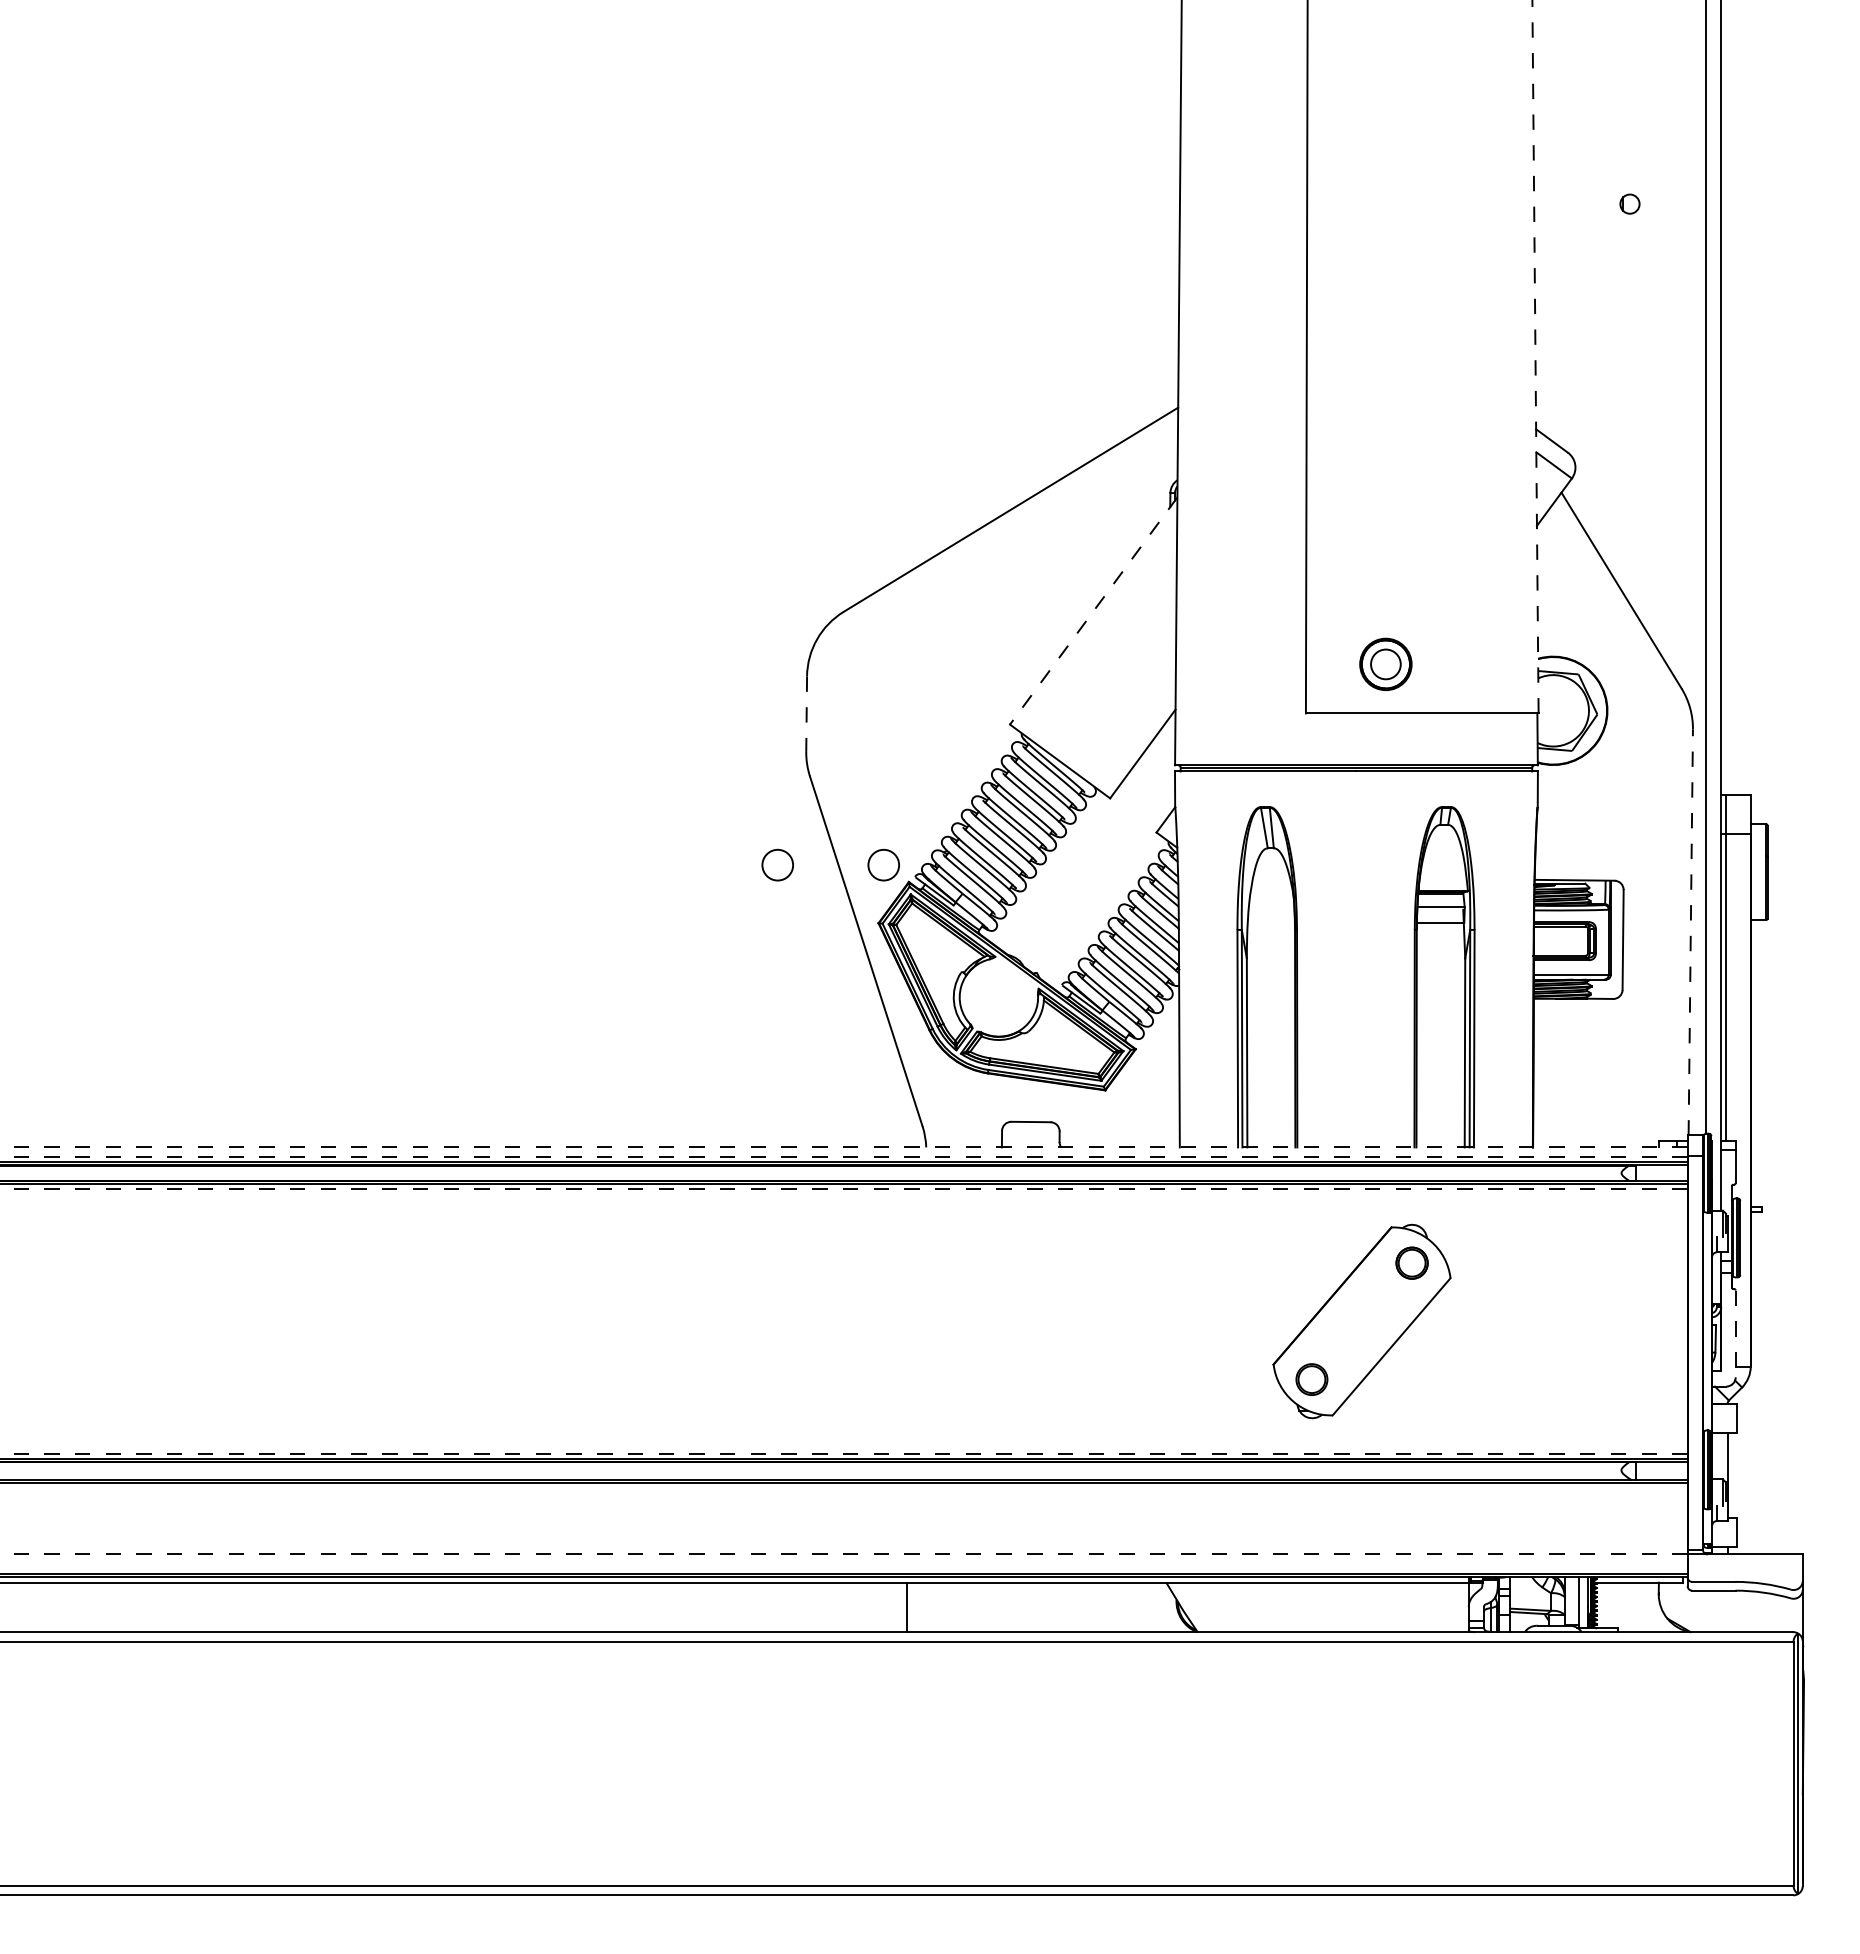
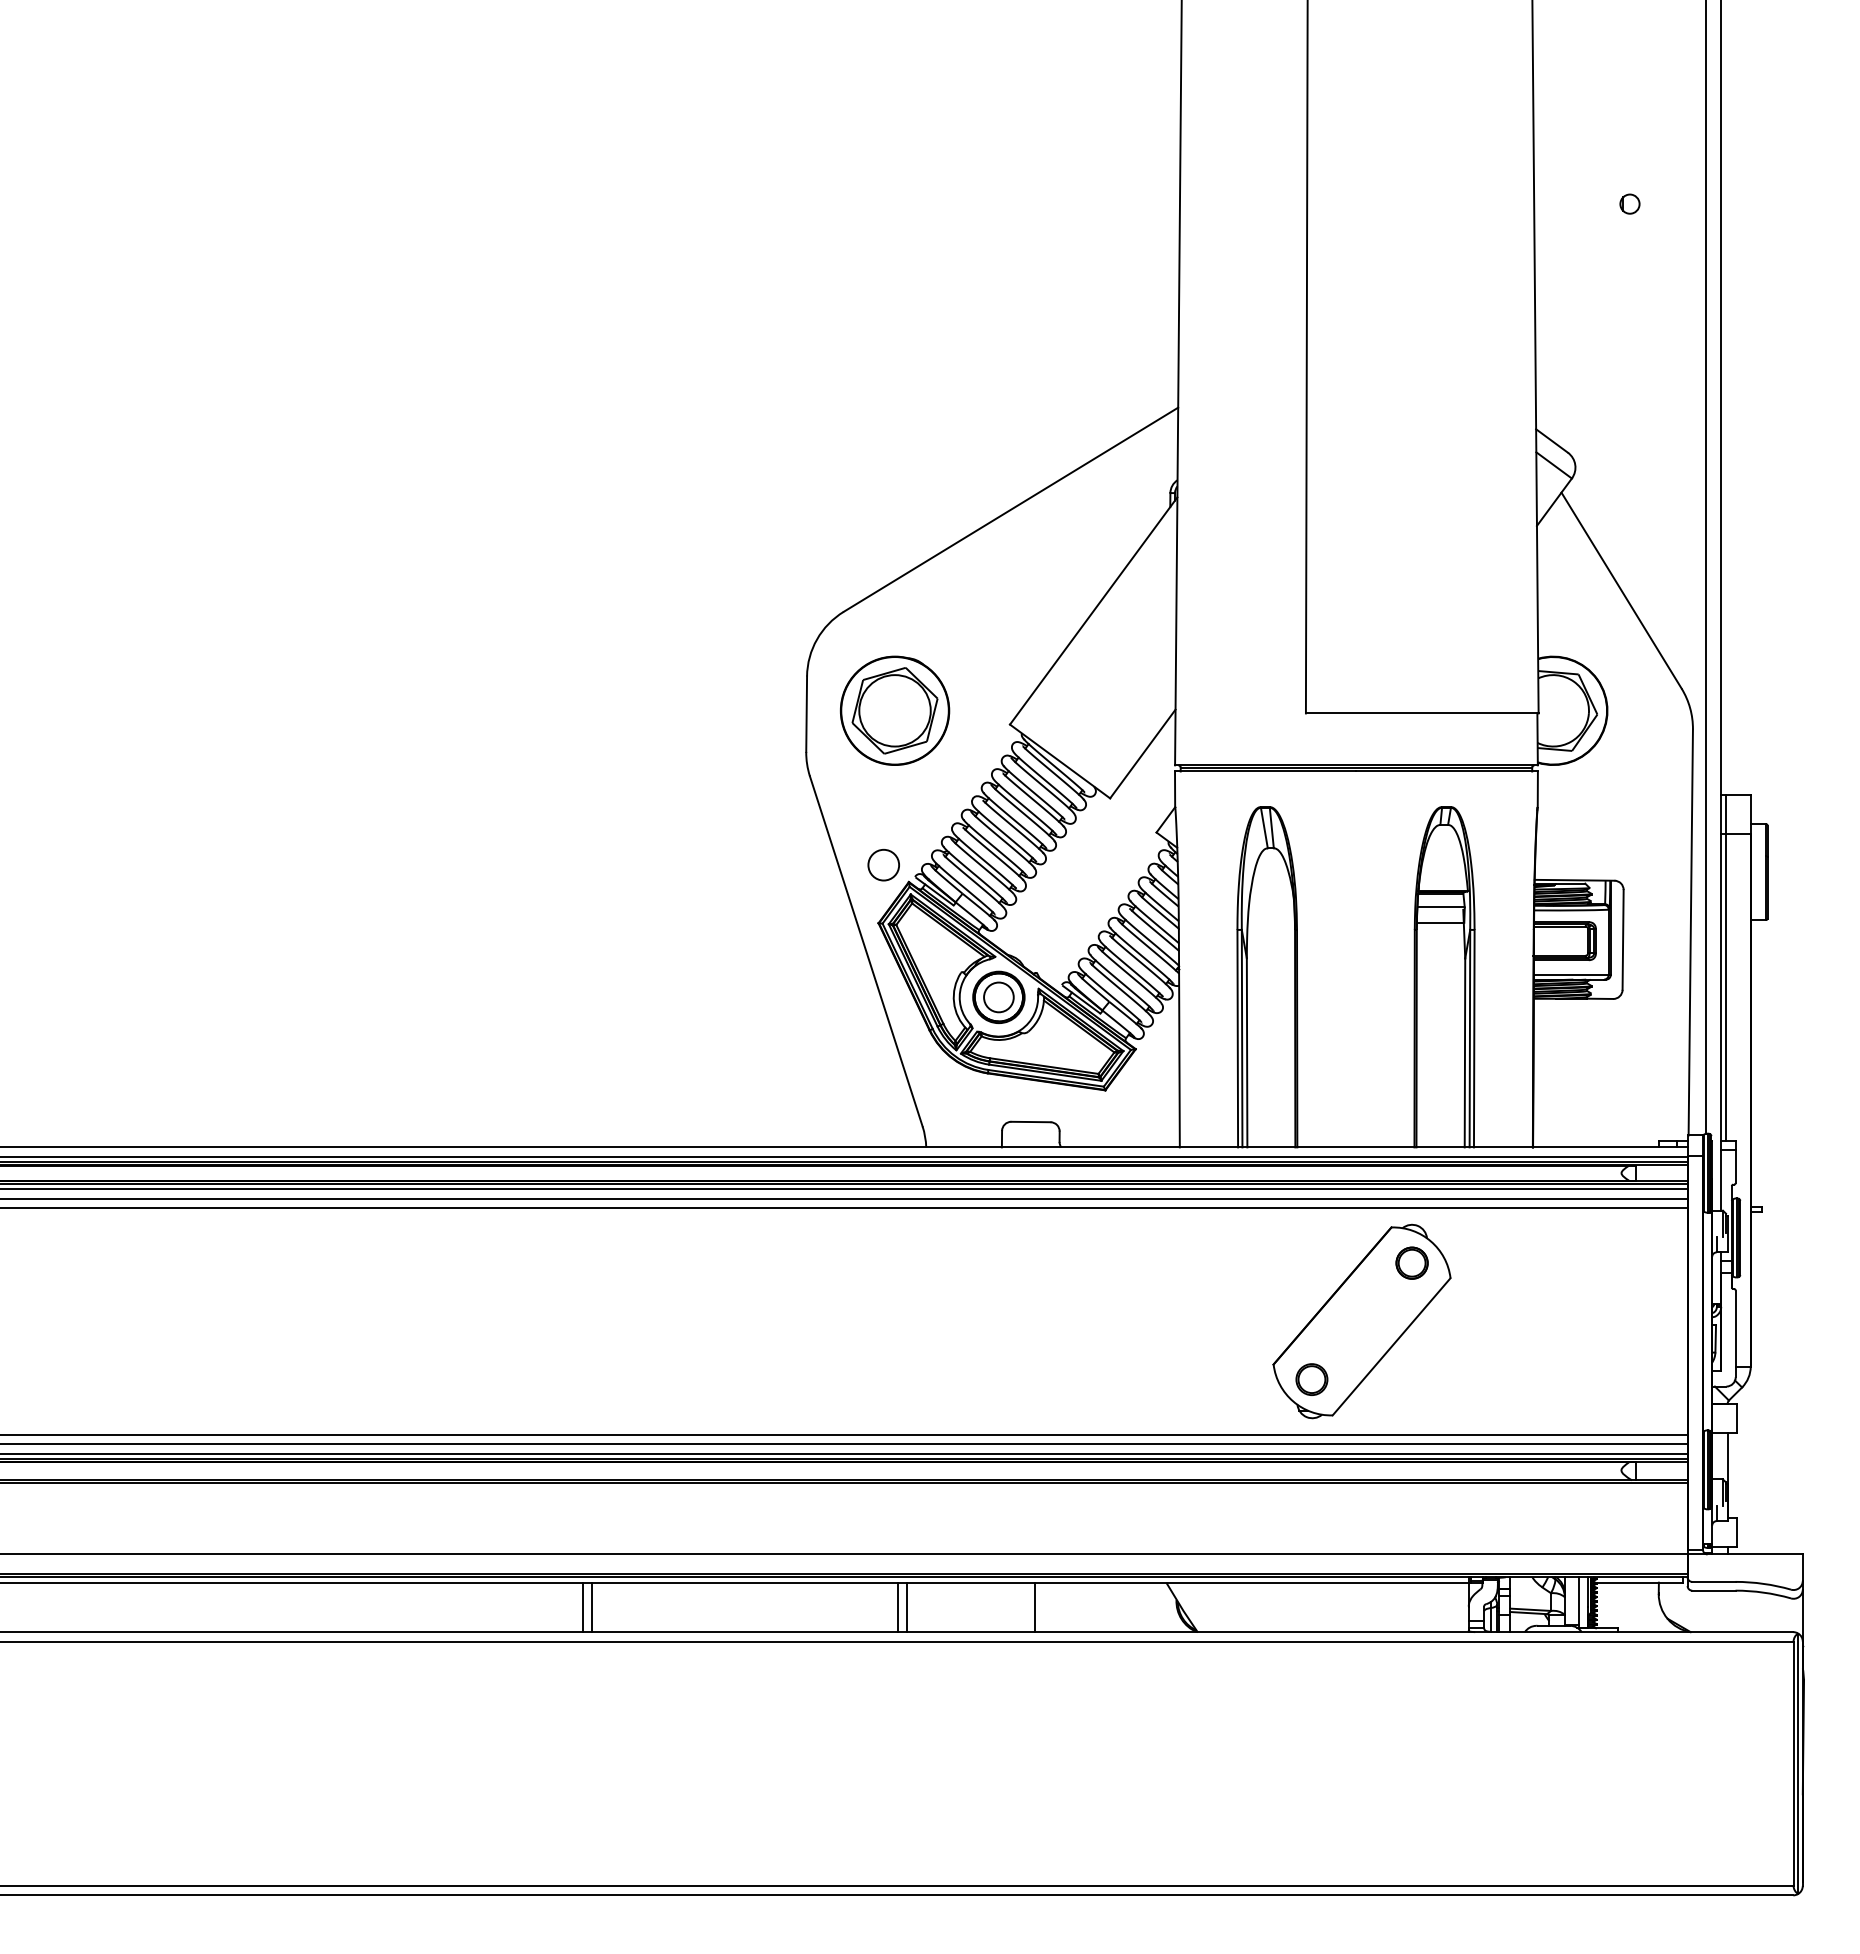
line at (1535, 356): dashed -> solid
line at (1093, 611): dashed -> solid
part at (1385, 663) position: (1385, 663) -> (998, 996)
part at (894, 710): none -> present
line at (806, 714): dashed -> solid
circle at (777, 864): present -> none
line at (1690, 932): dashed -> solid
line at (843, 1147): dashed -> solid
line at (843, 1157): dashed -> solid
line at (843, 1189): dashed -> solid
line at (844, 1199): none -> present
line at (844, 1208): none -> present
line at (1735, 1334): dashed -> solid
line at (844, 1434): none -> present
line at (844, 1444): none -> present
line at (843, 1454): dashed -> solid
line at (843, 1554): dashed -> solid
line at (583, 1607): none -> present
line at (592, 1607): none -> present
line at (898, 1607): none -> present
line at (1034, 1607): none -> present
